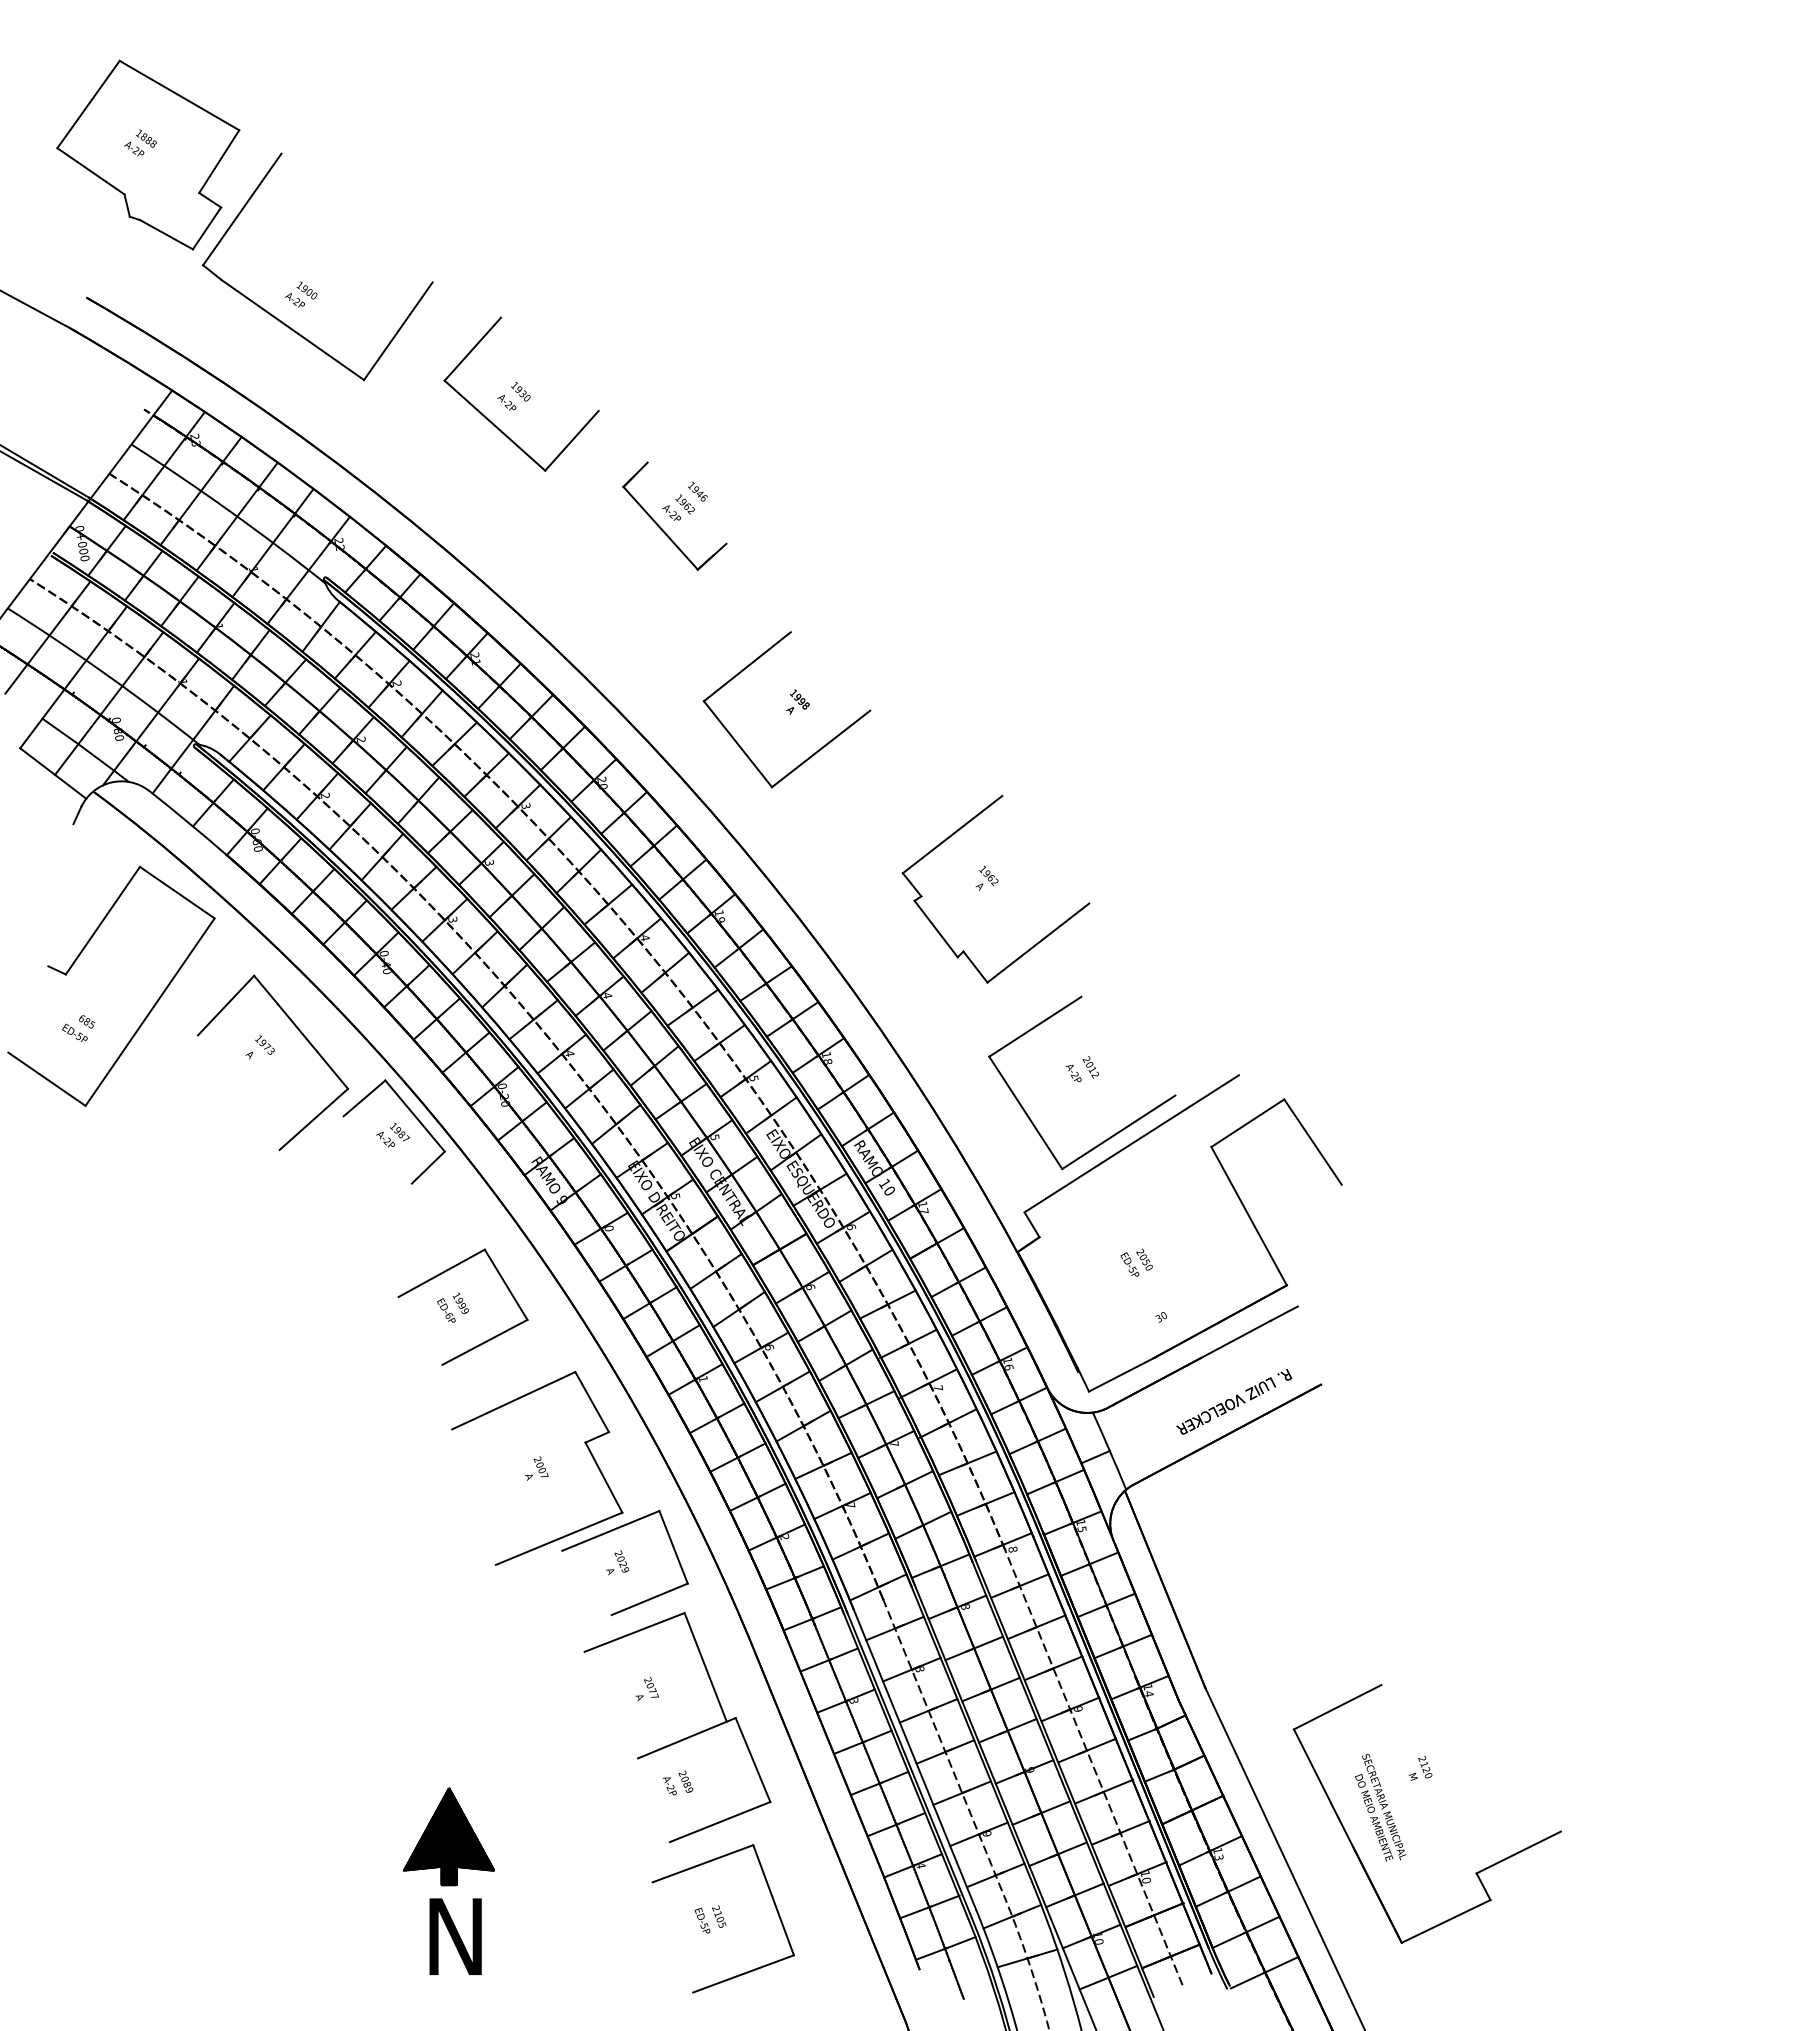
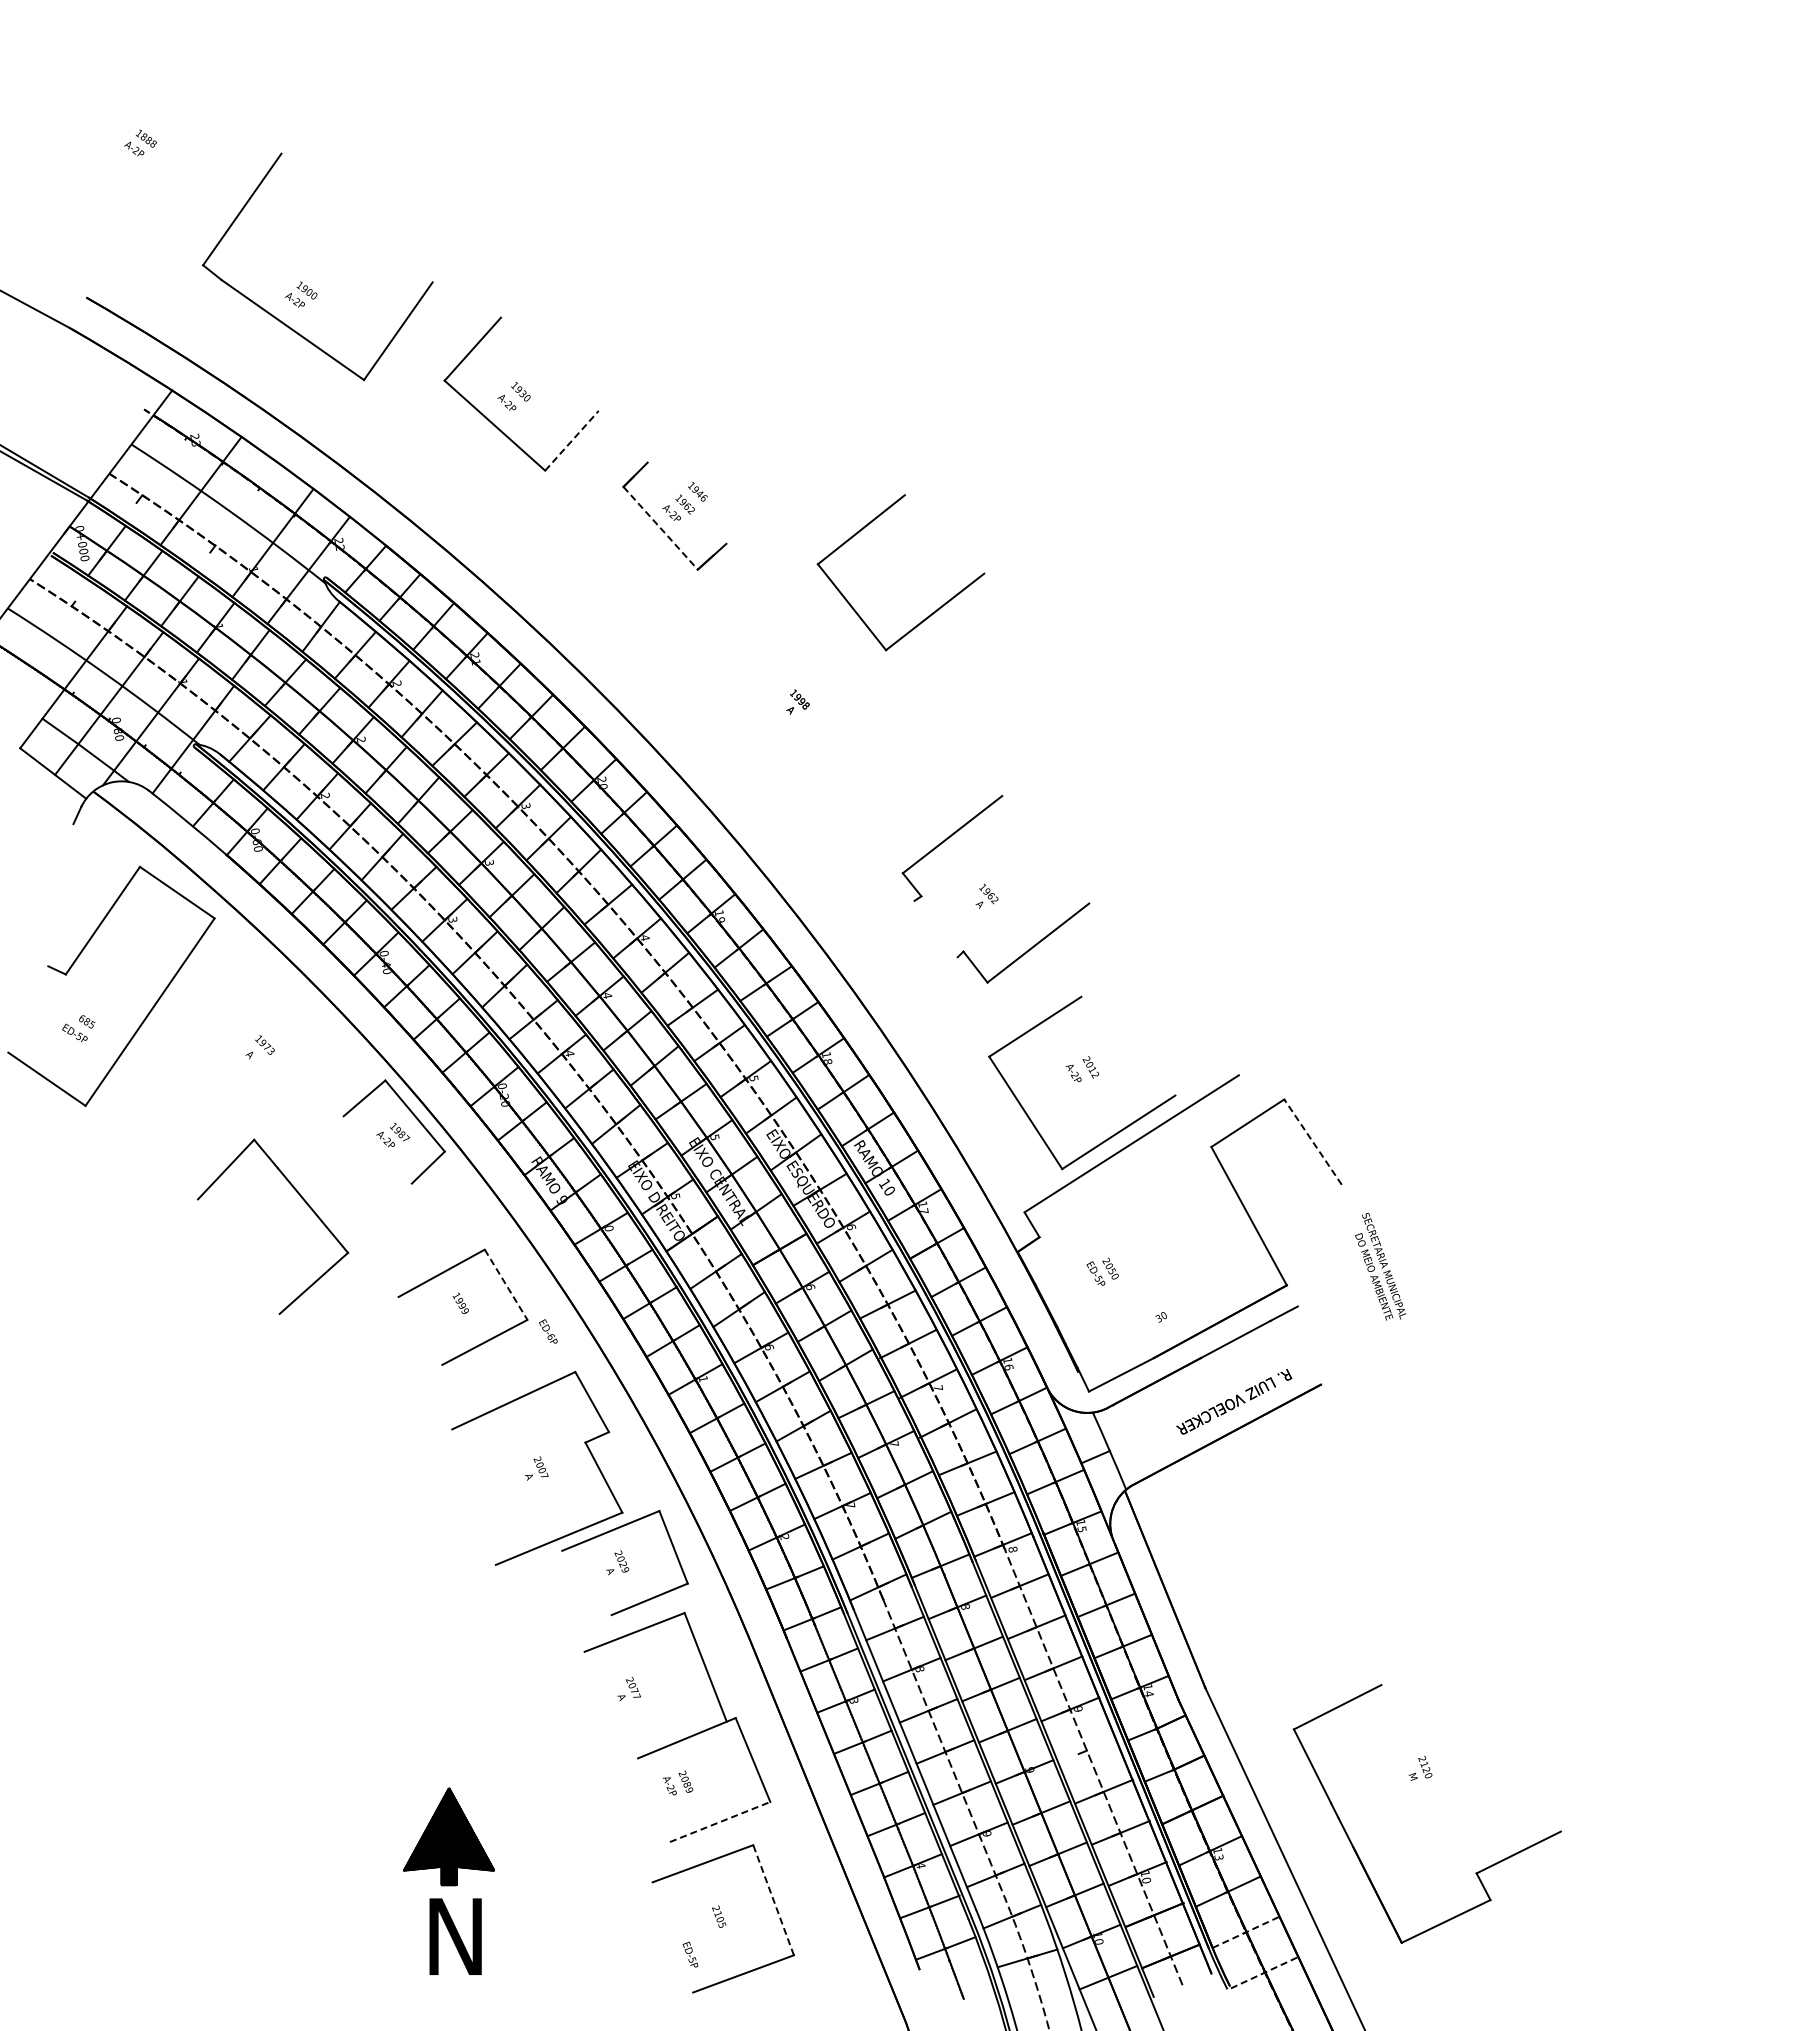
part at (148, 154): present -> none
line at (572, 440): solid -> dashed
line at (163, 466): present -> none
line at (236, 516): present -> none
line at (660, 528): solid -> dashed
line at (47, 637): present -> none
part at (818, 749) position: (818, 749) -> (932, 612)
text at (986, 877) position: (986, 877) -> (986, 895)
line at (935, 928): present -> none
part at (305, 1039) position: (305, 1039) -> (305, 1203)
line at (1312, 1141): solid -> dashed
text at (1136, 1262) position: (1136, 1262) -> (1102, 1271)
line at (506, 1285): solid -> dashed
text at (446, 1310) position: (446, 1310) -> (548, 1331)
text at (646, 1689) position: (646, 1689) -> (628, 1689)
line at (1087, 1750): present -> none
text at (1380, 1807) position: (1380, 1807) -> (1380, 1266)
line at (720, 1821): solid -> dashed
line at (773, 1900): solid -> dashed
text at (702, 1920) position: (702, 1920) -> (690, 1954)
line at (1246, 1932): solid -> dashed
line at (1265, 1972): solid -> dashed
